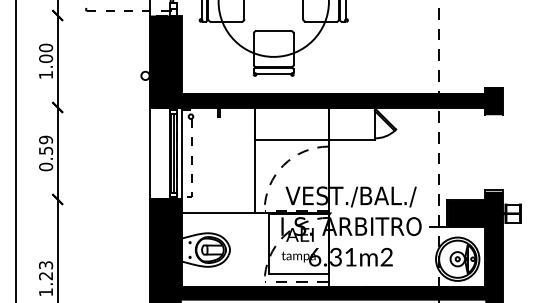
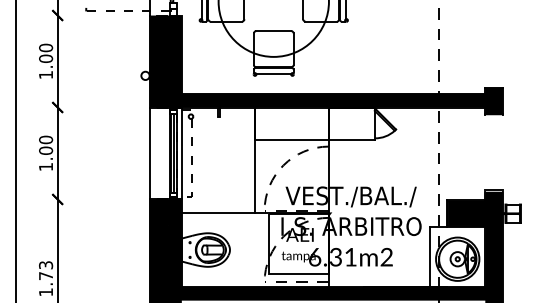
text at (46, 153): 0.59 -> 1.00
line at (430, 256): none -> present
text at (45, 276): 1.23 -> 1.73
